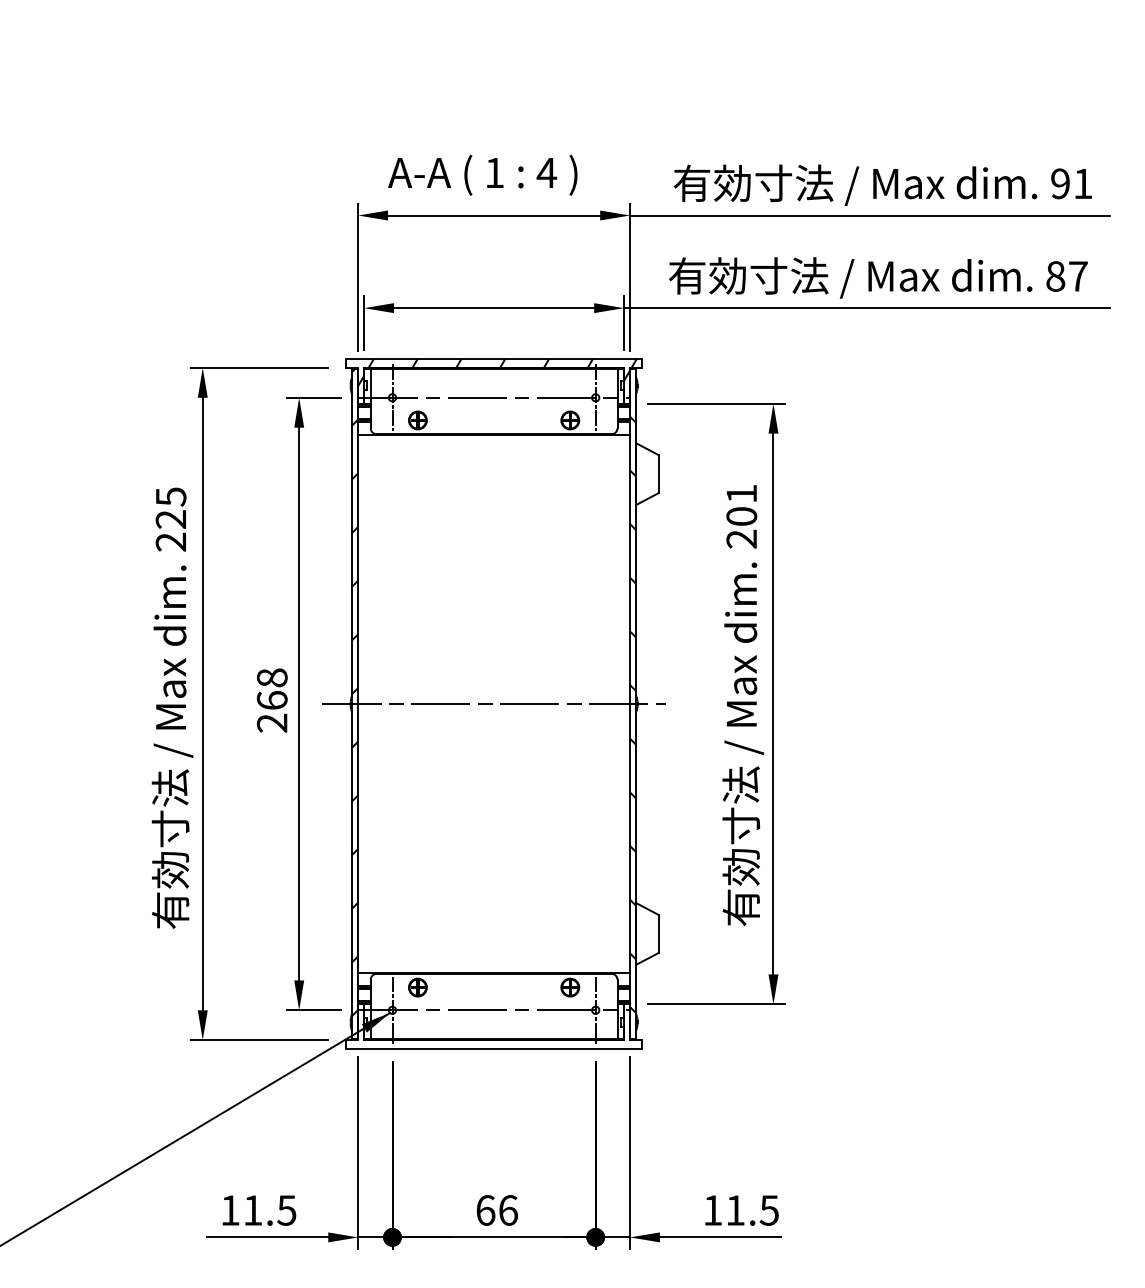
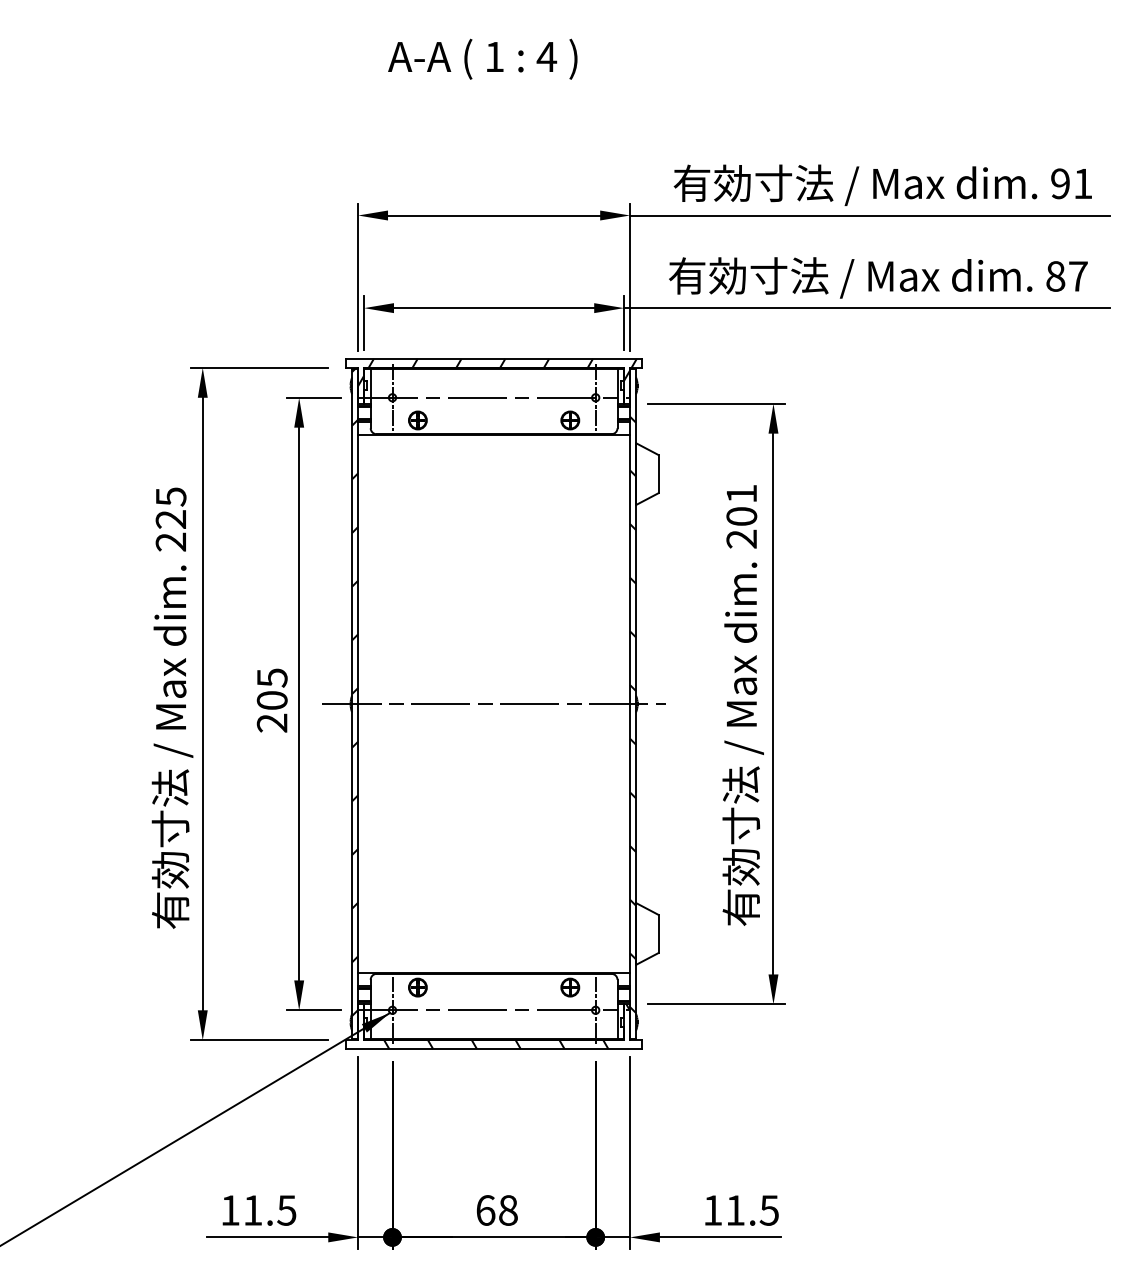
text at (482, 174) position: (482, 174) -> (482, 58)
text at (271, 688): 268 -> 205
hatch at (496, 1026): none -> present
text at (508, 1210): 66 -> 68
